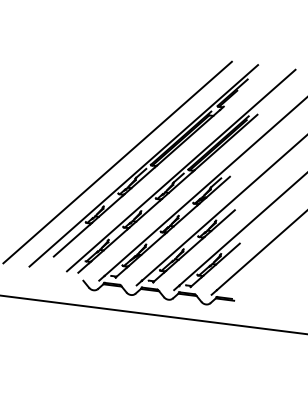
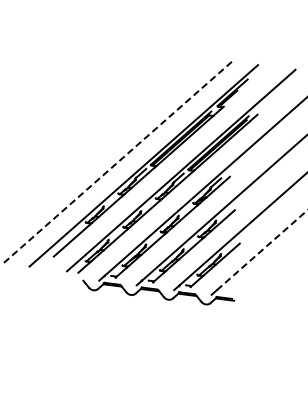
line at (117, 162): solid -> dashed
line at (262, 249): solid -> dashed
line at (153, 314): present -> none
